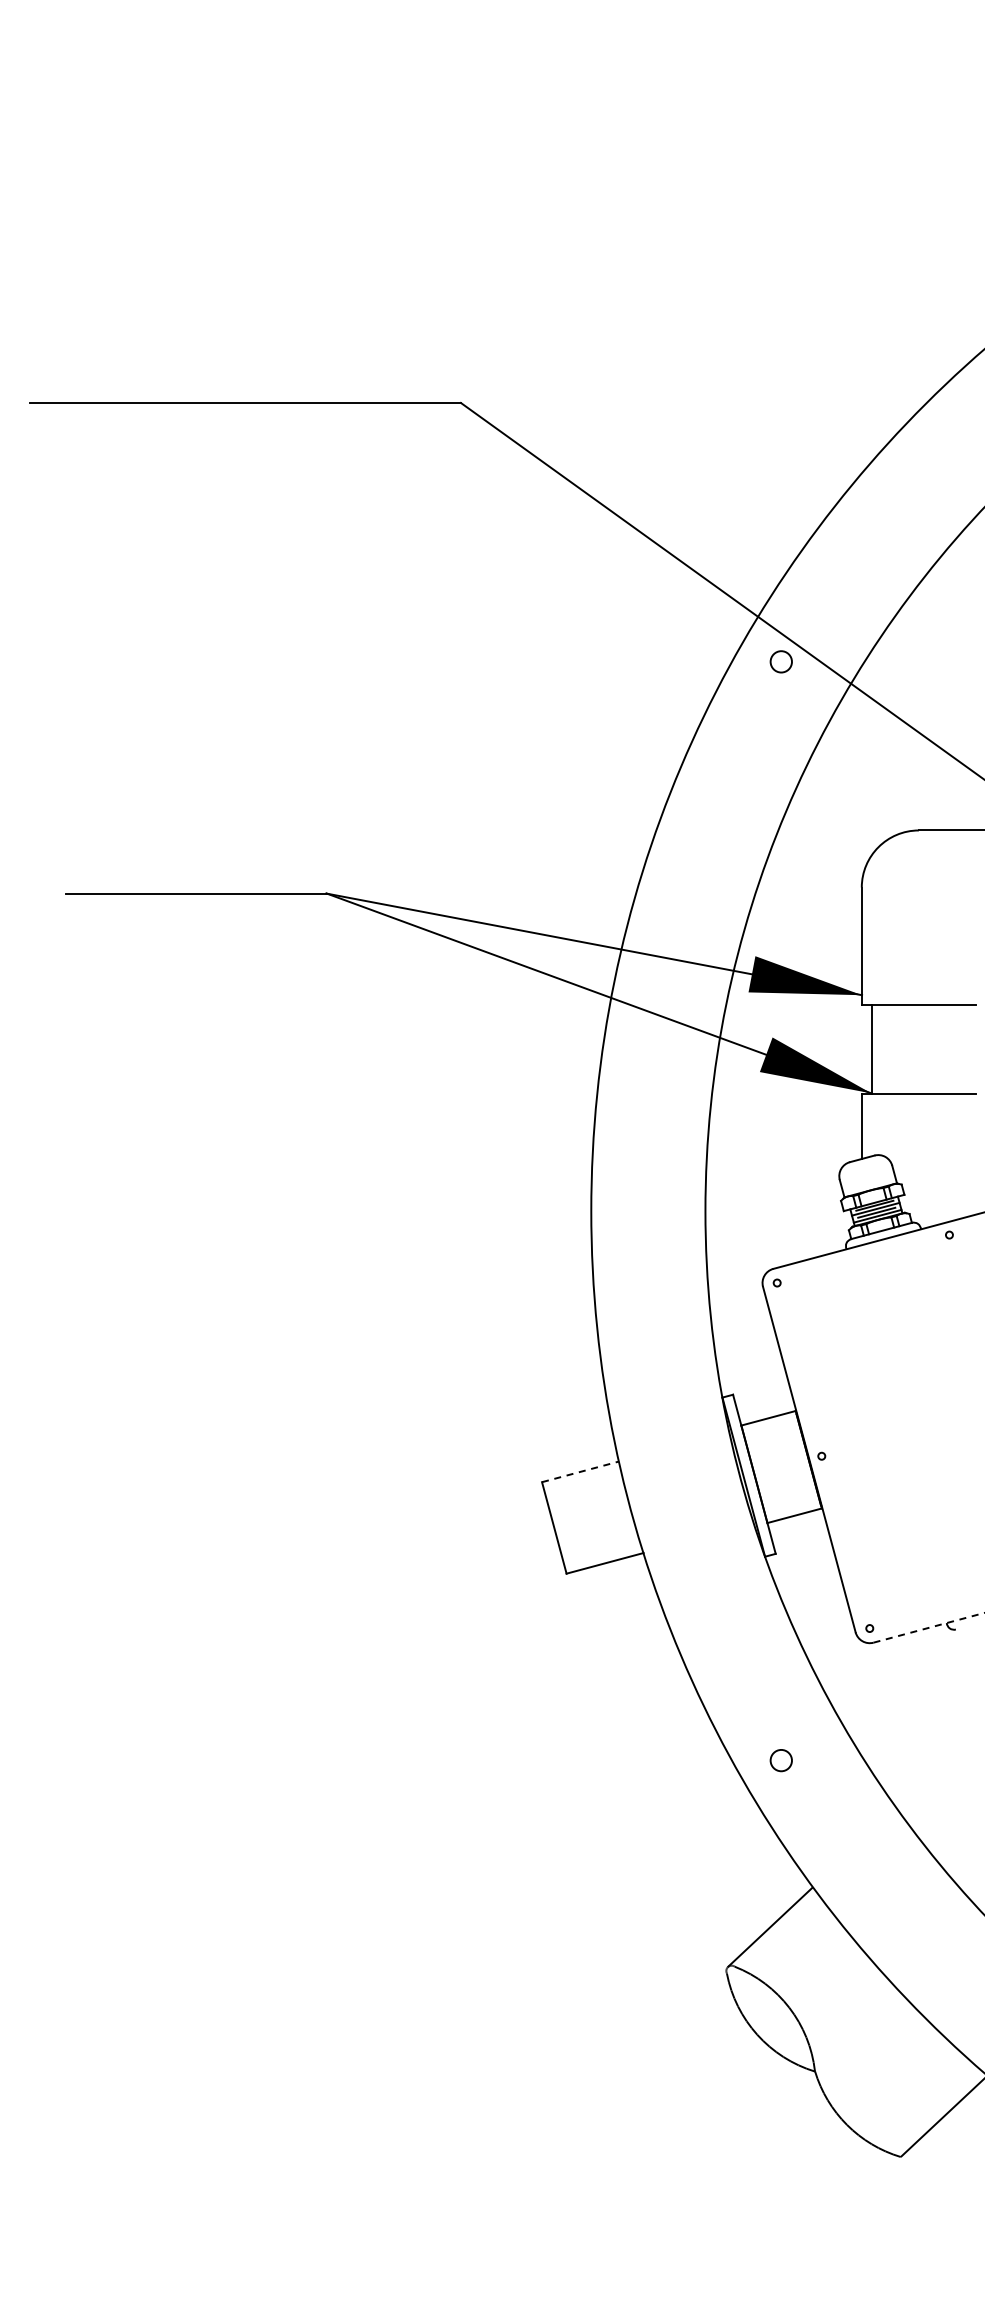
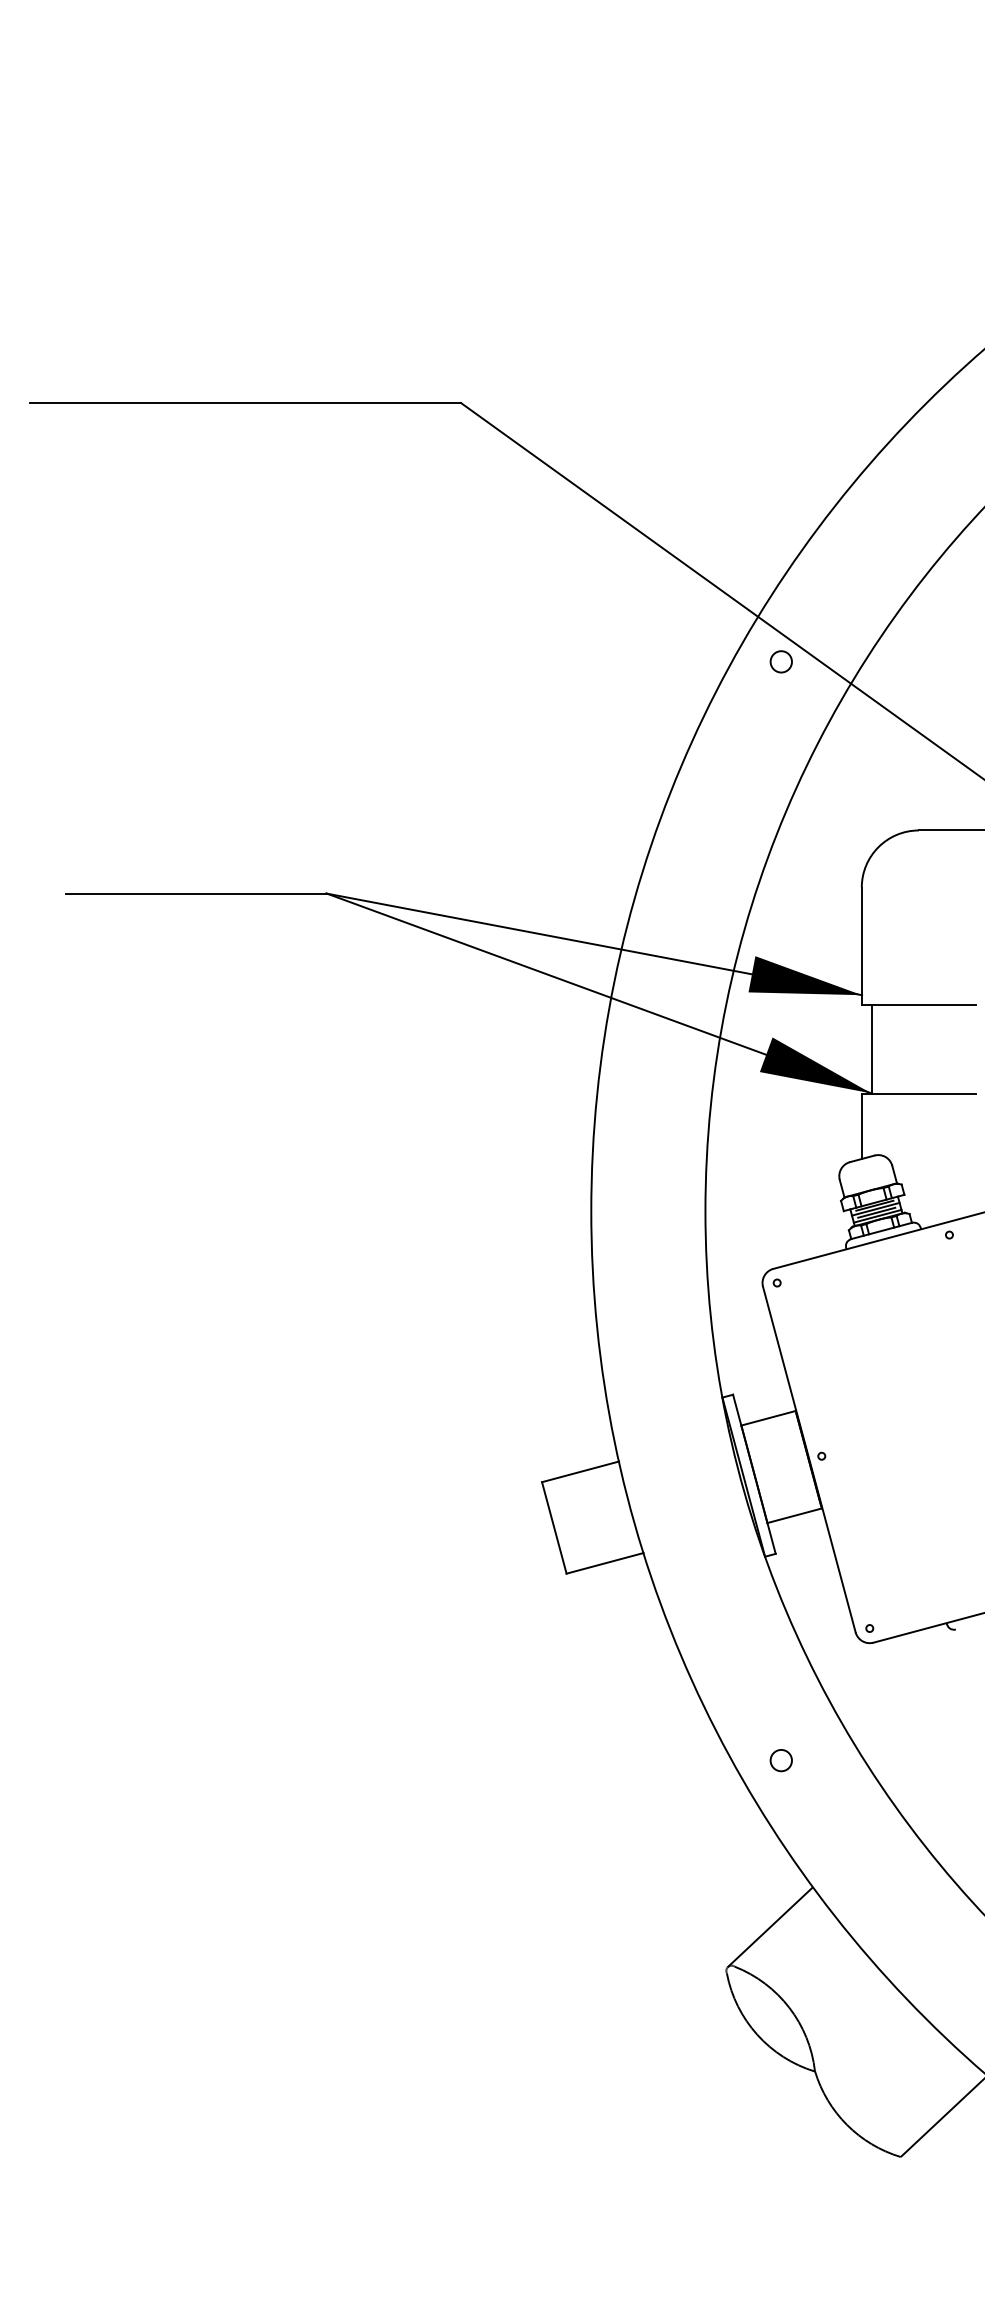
line at (580, 1471): dashed -> solid
line at (929, 1627): dashed -> solid
